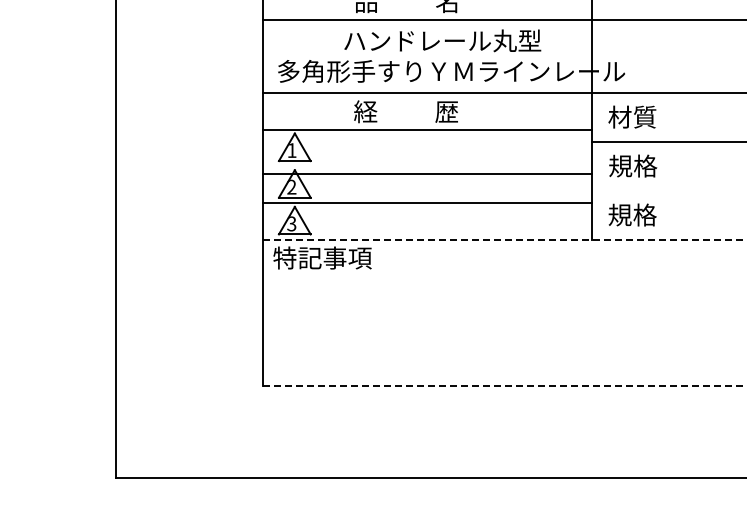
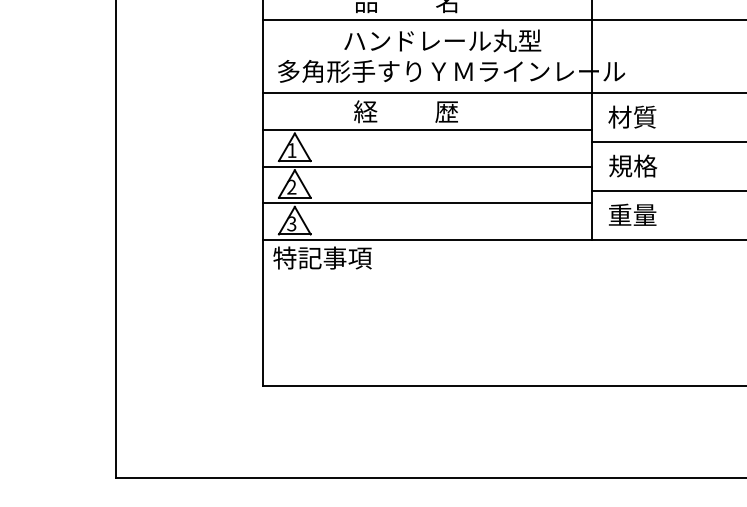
line at (427, 173) position: (427, 173) -> (427, 166)
line at (667, 191): none -> present
text at (632, 214): 規格 -> 重量
line at (504, 239): dashed -> solid
line at (504, 385): dashed -> solid
